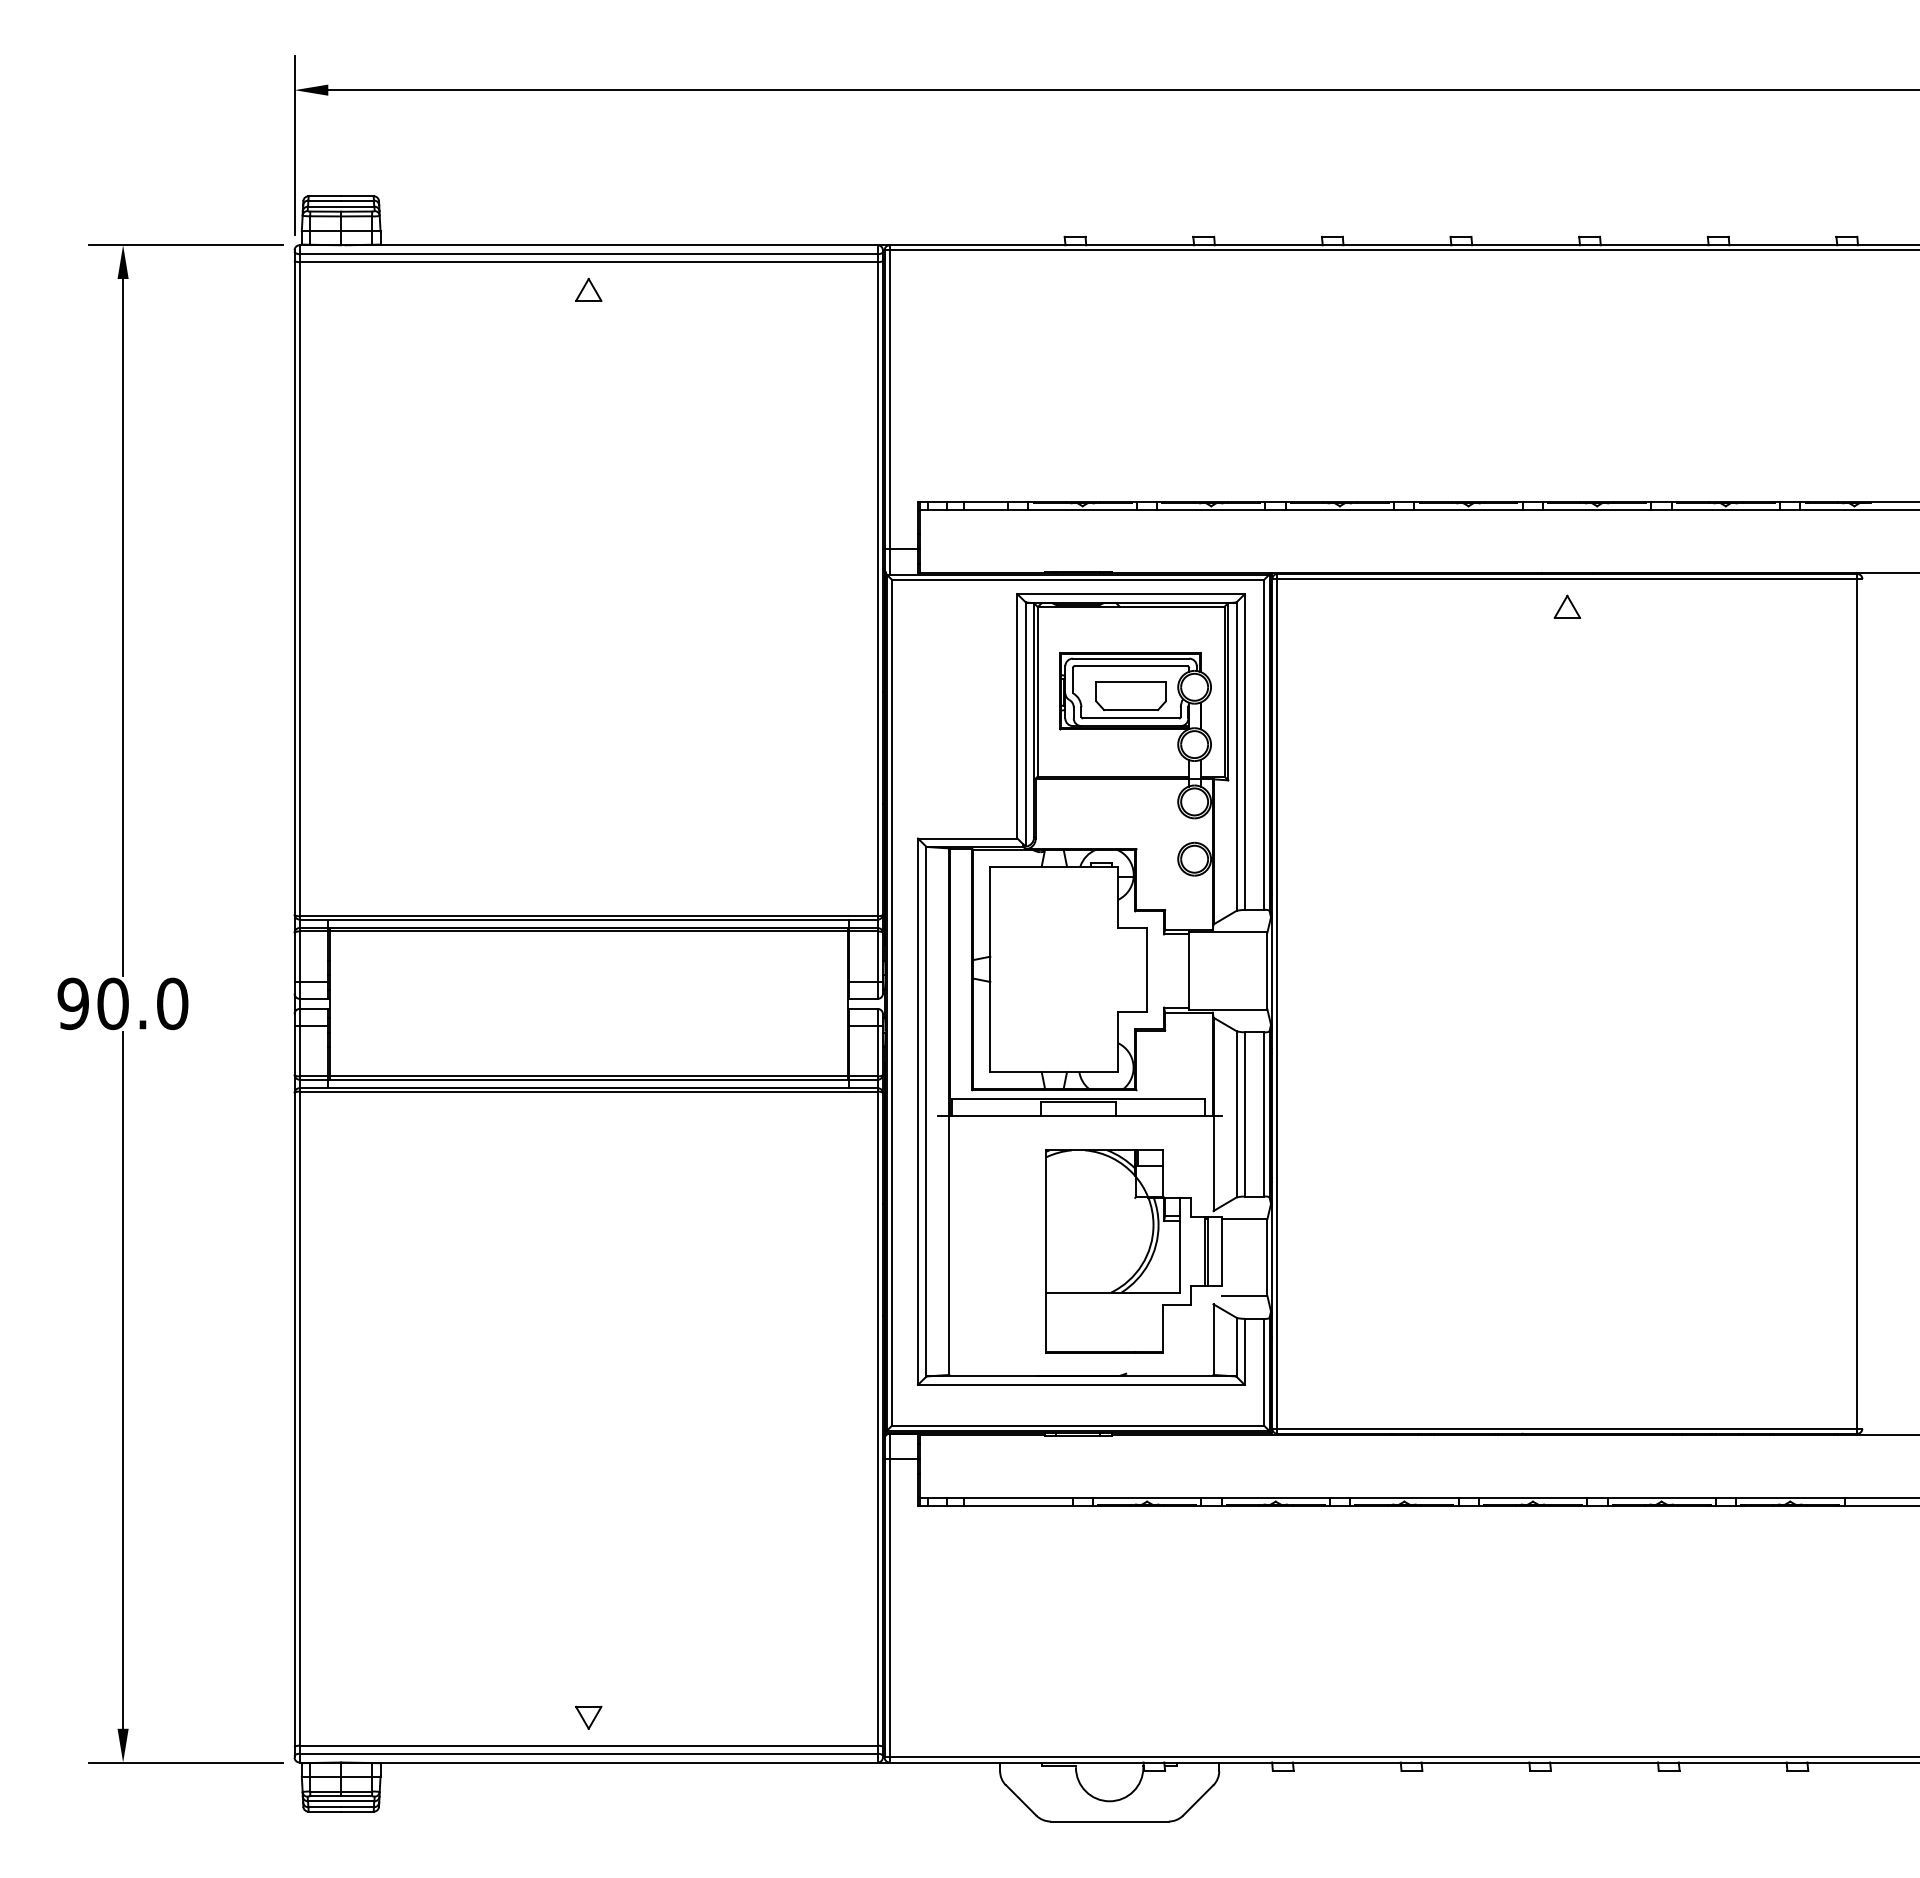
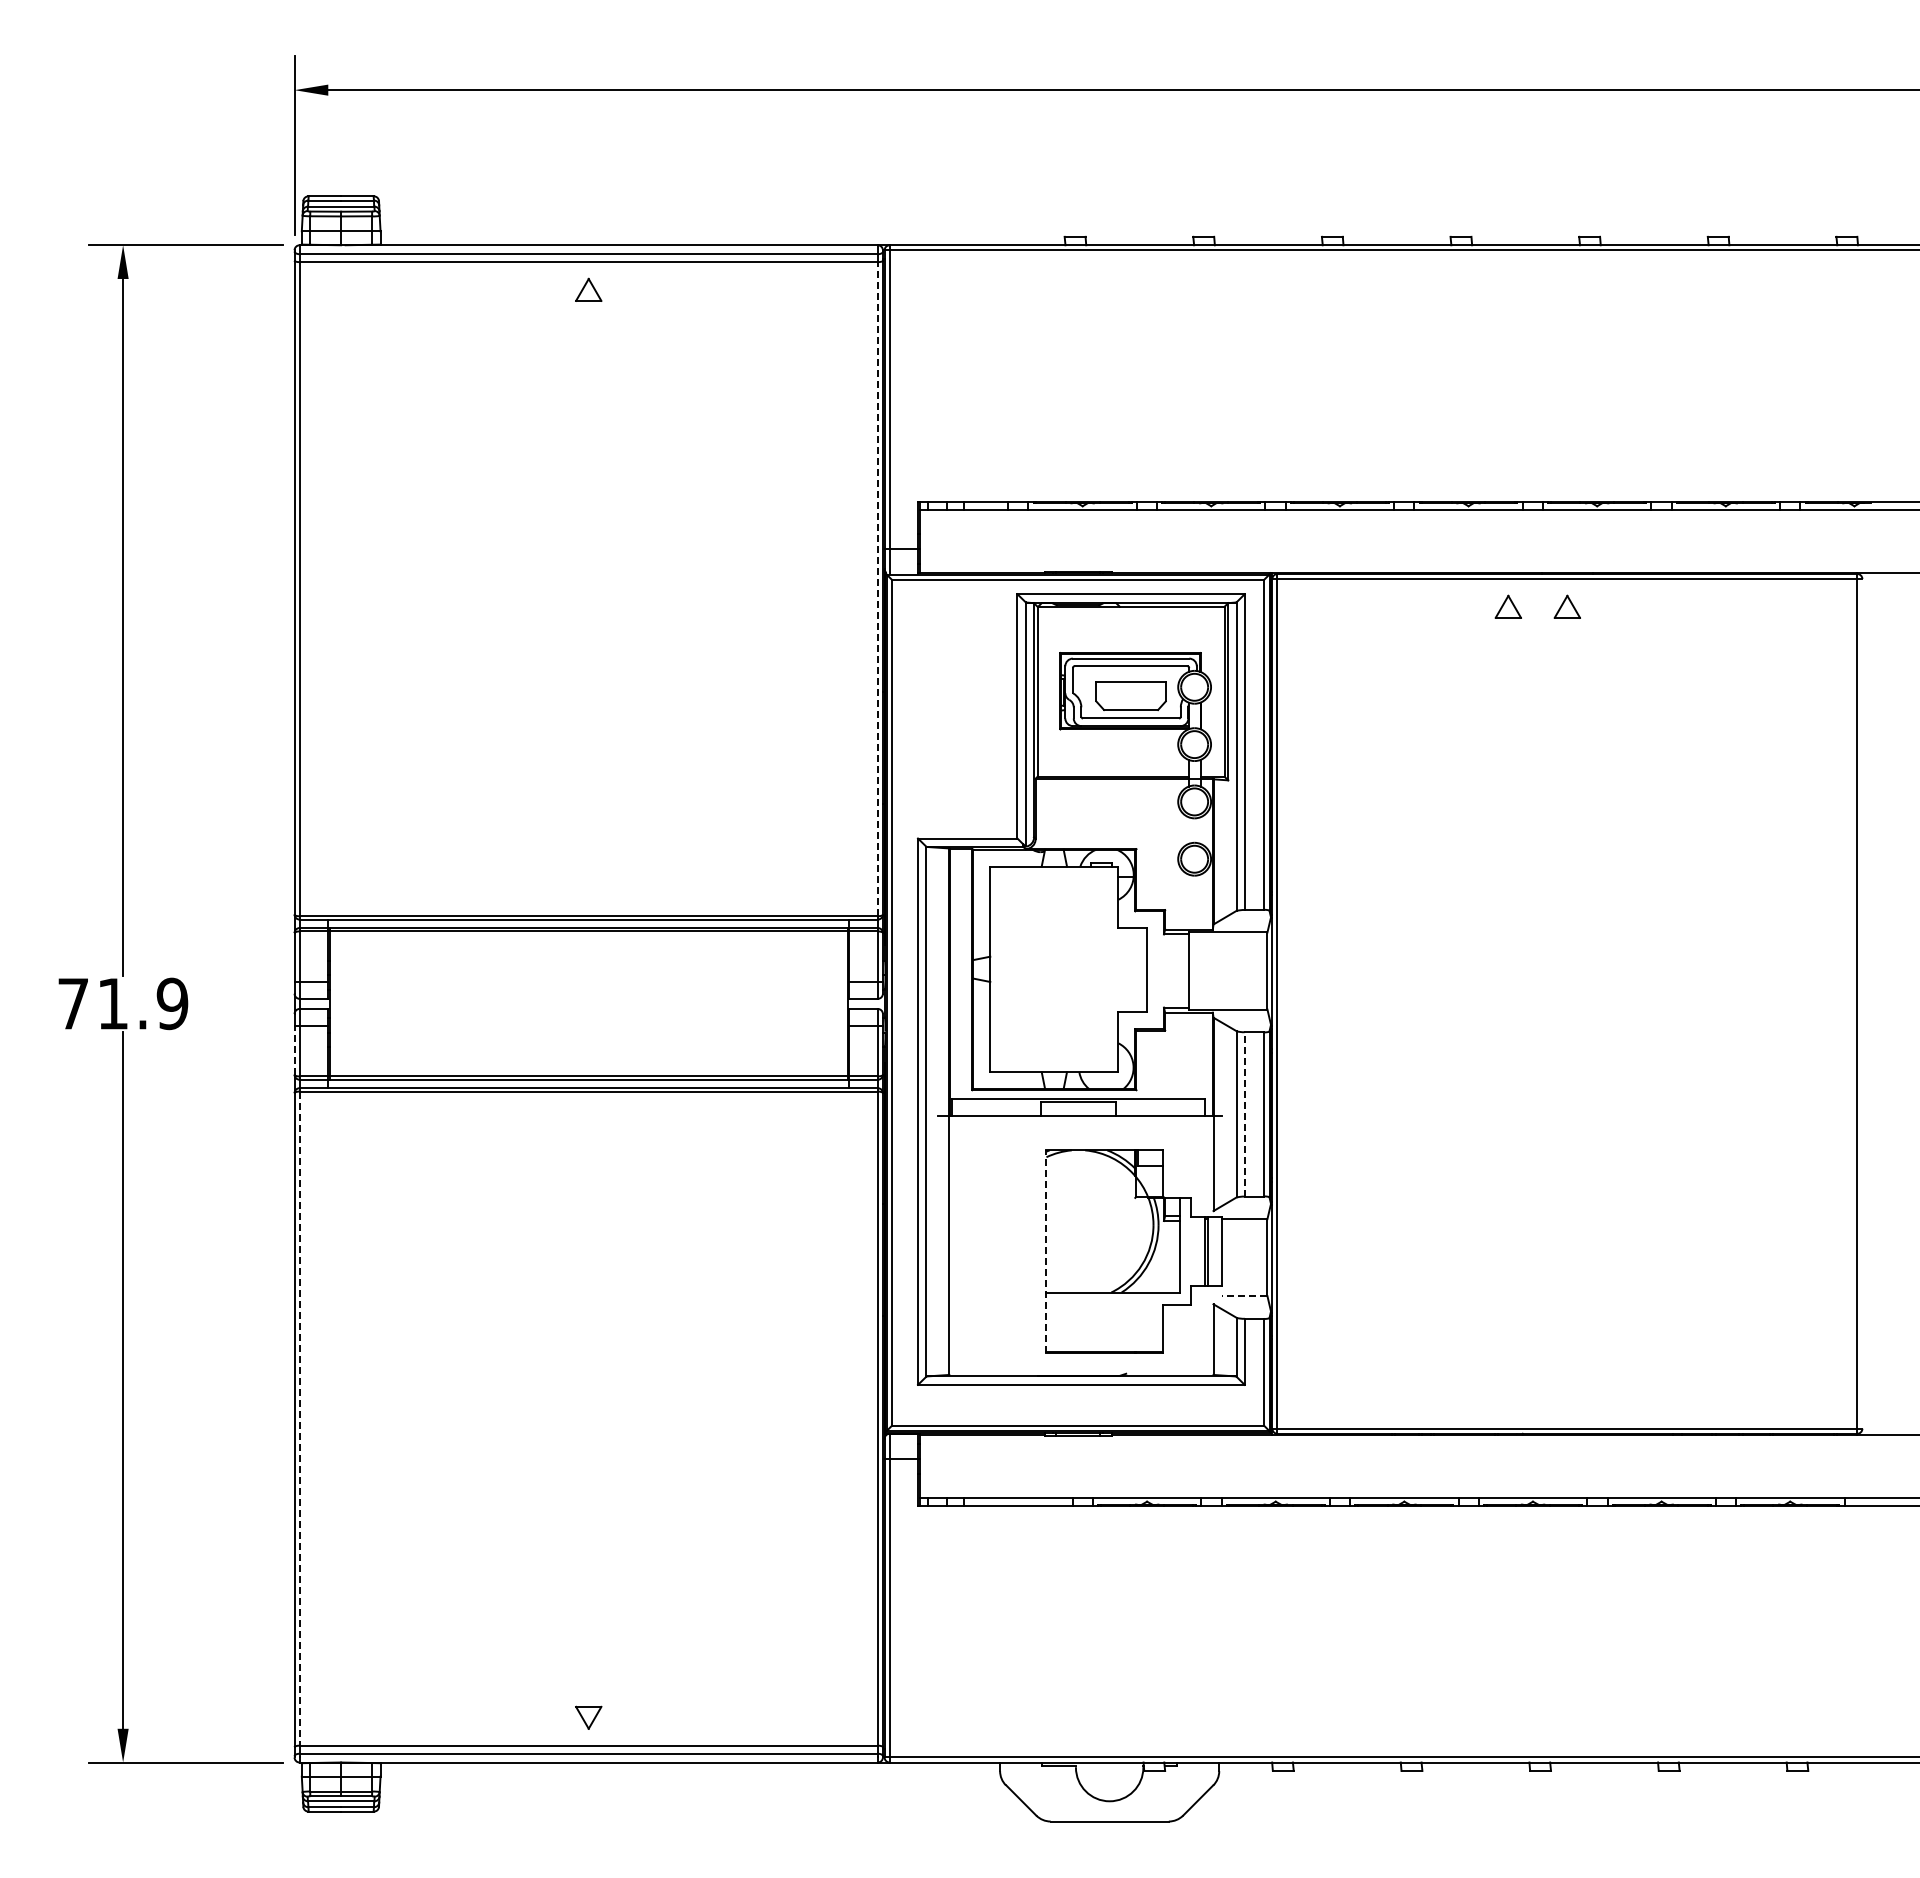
line at (877, 588): solid -> dashed
part at (1507, 606): none -> present
text at (122, 1003): 90.0 -> 71.9
line at (294, 1049): solid -> dashed
line at (1244, 1113): solid -> dashed
line at (1046, 1251): solid -> dashed
line at (1244, 1296): solid -> dashed
line at (299, 1419): solid -> dashed
